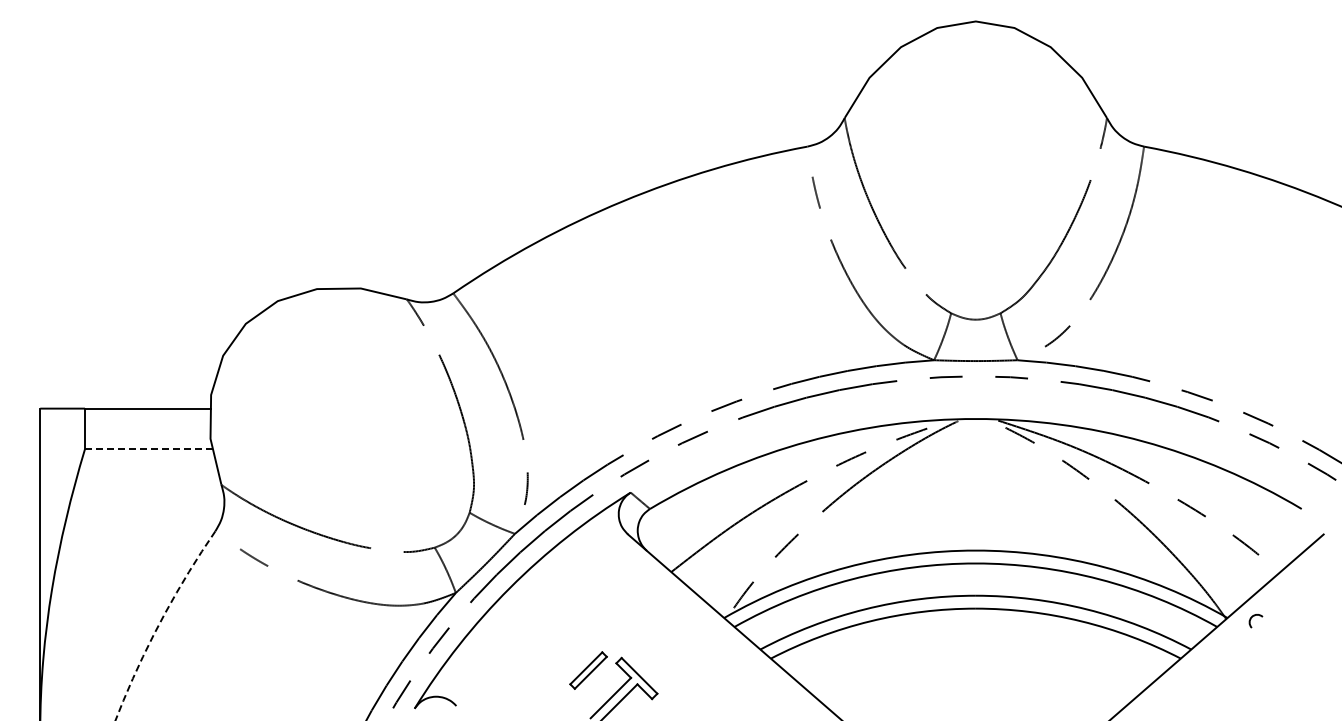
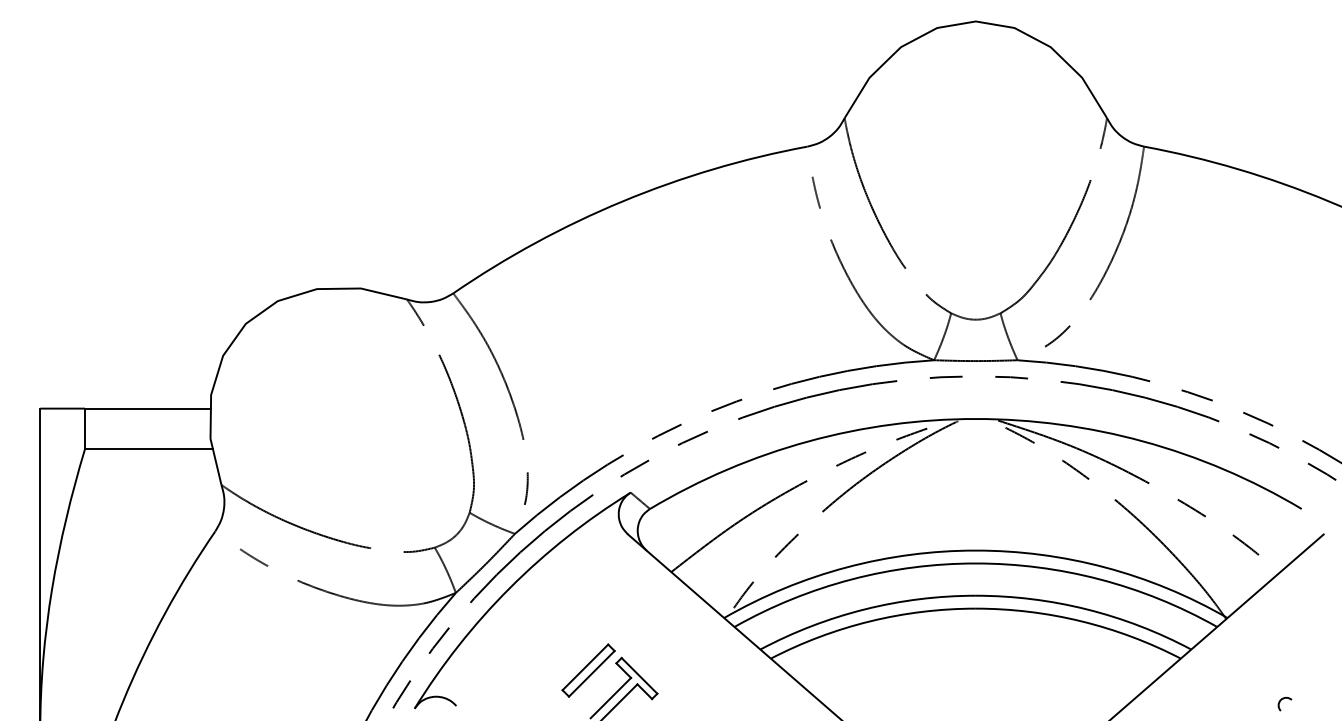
line at (148, 449): dashed -> solid
arc at (1251, 619) position: (1251, 619) -> (1280, 702)
arc at (159, 623): dashed -> solid
part at (588, 670) size: 39x39 px -> 55x55 px
